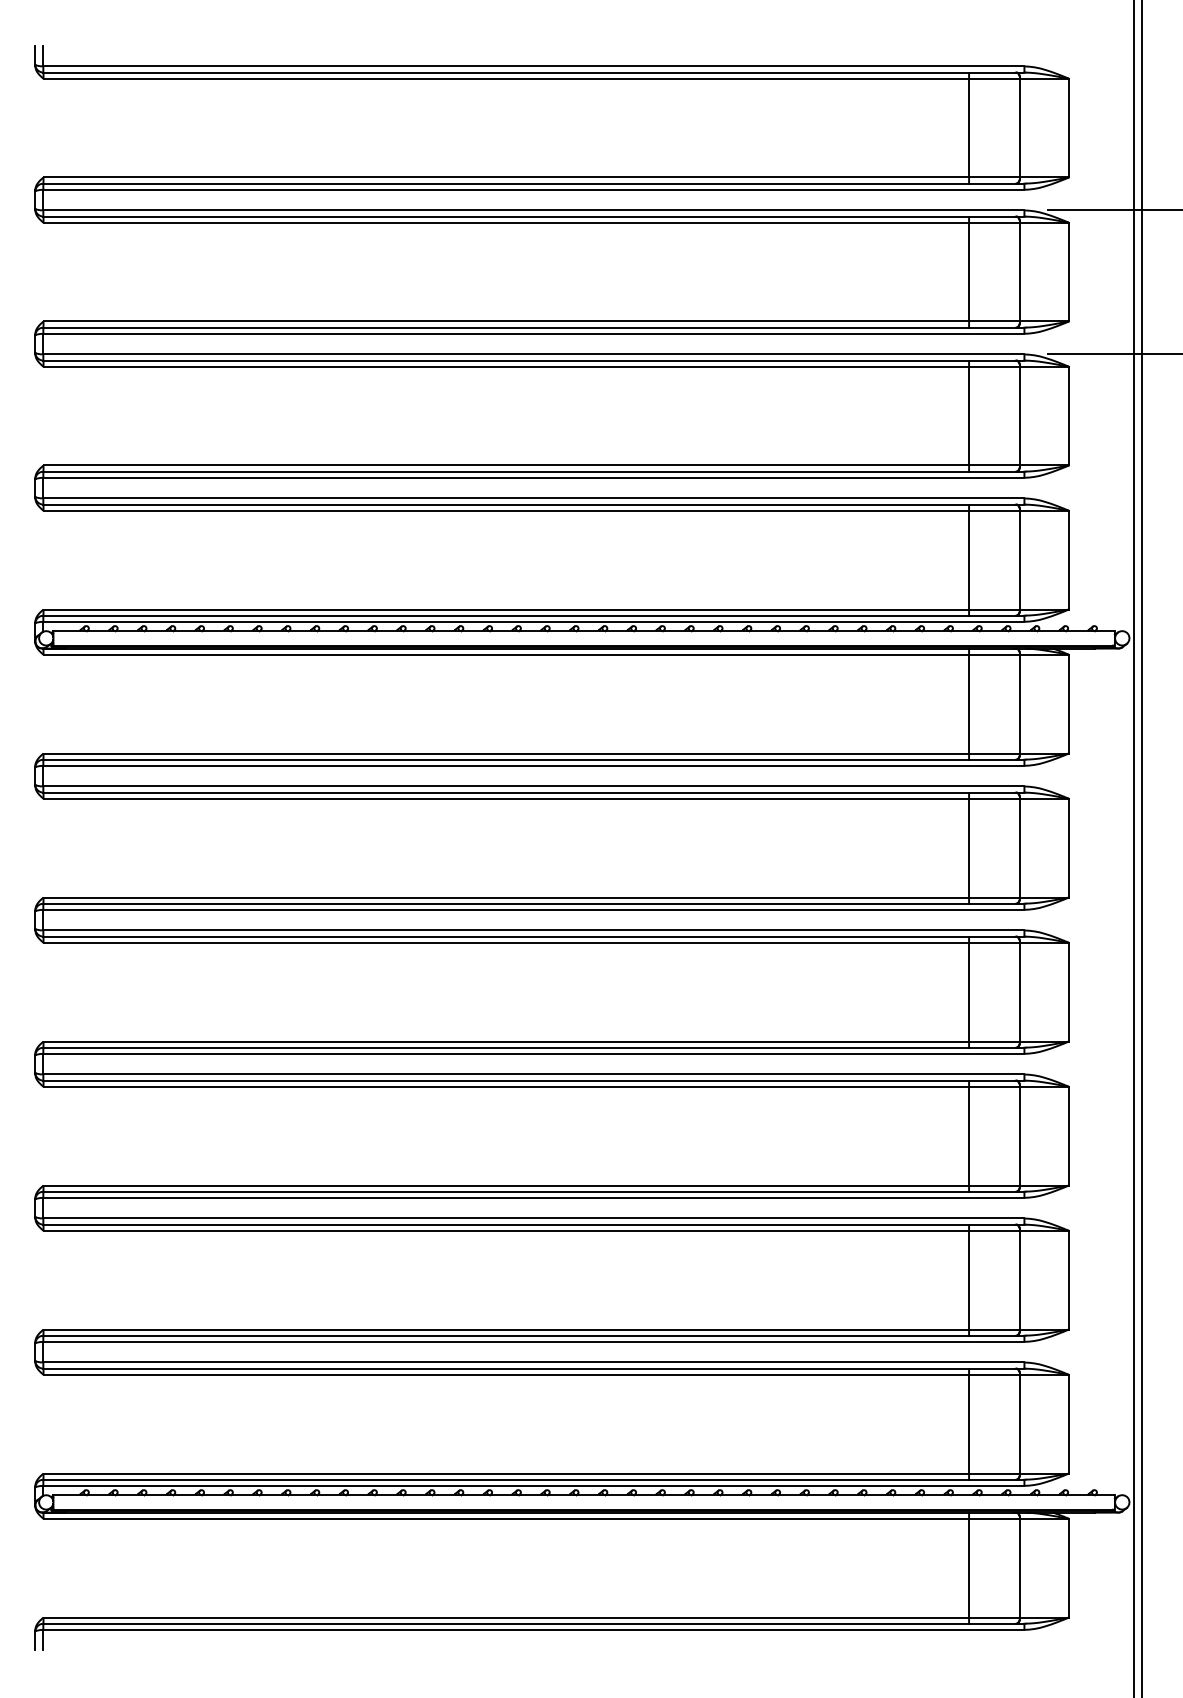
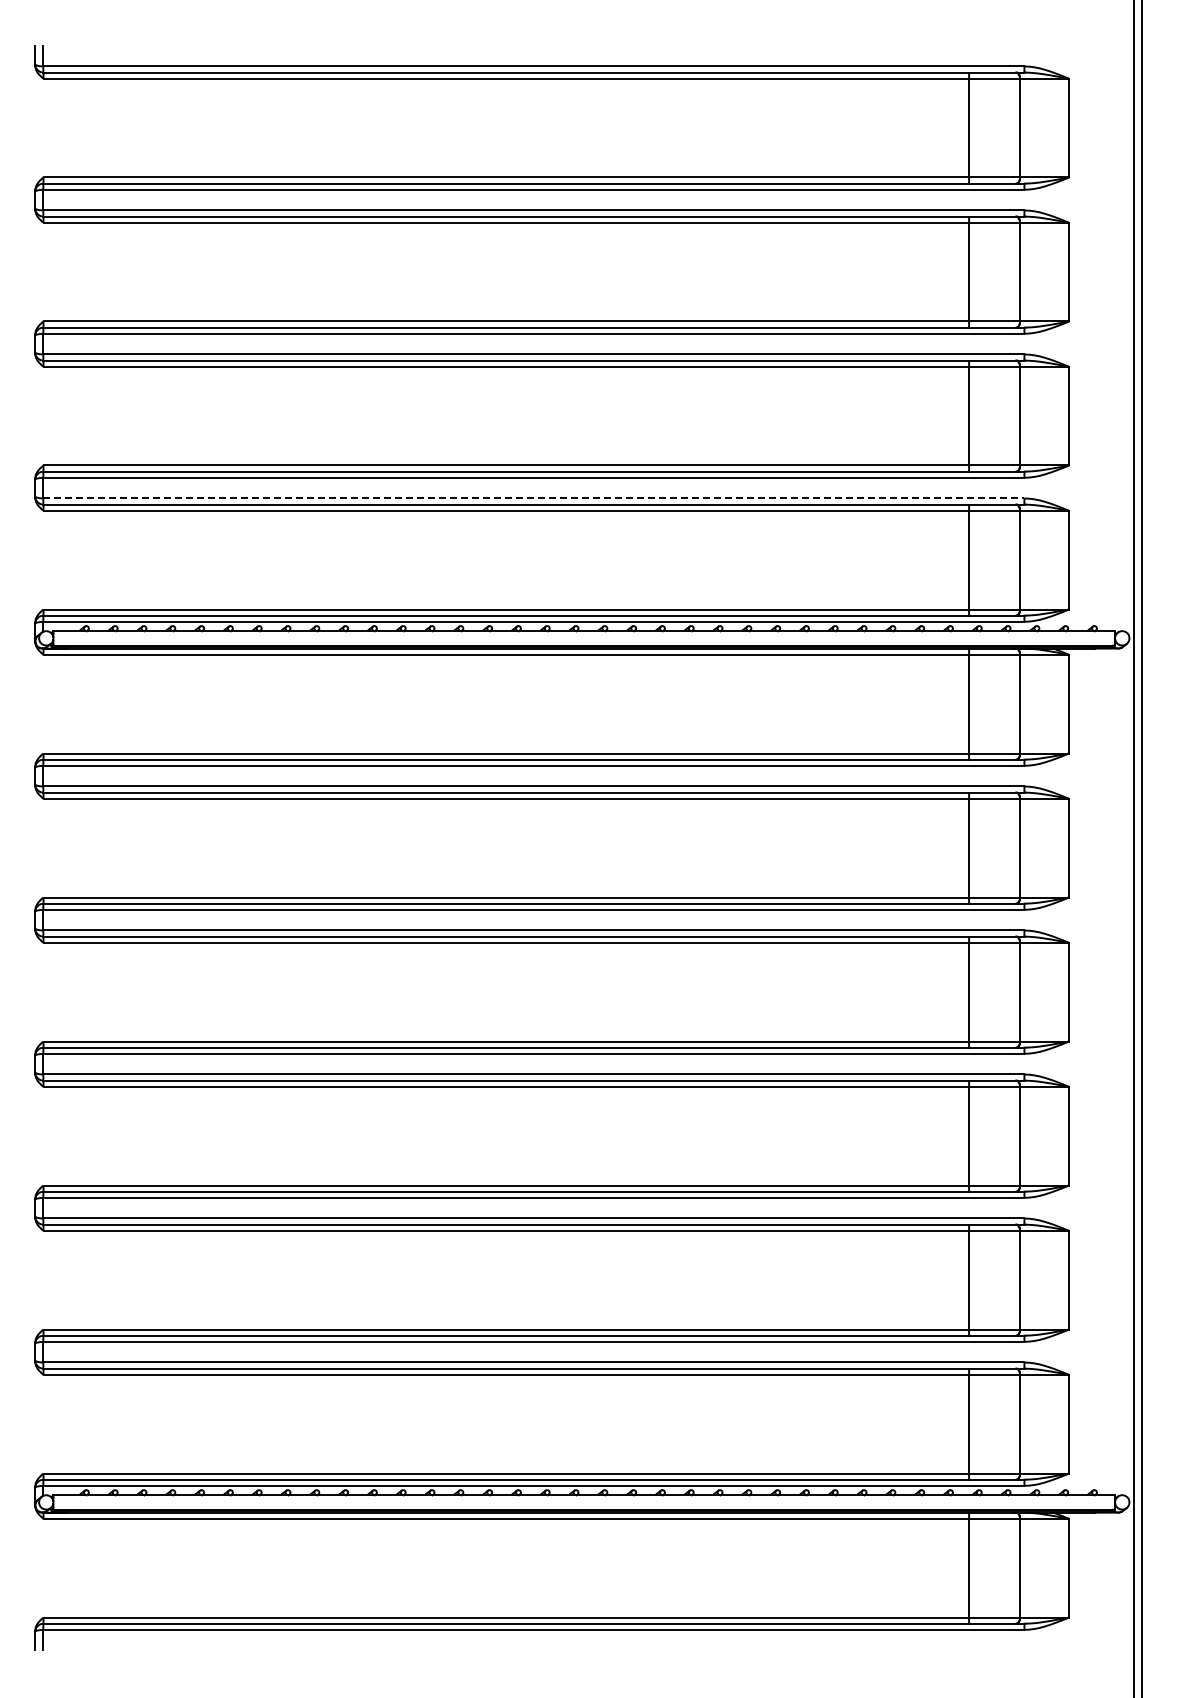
line at (1113, 210): present -> none
line at (1113, 354): present -> none
line at (533, 498): solid -> dashed
